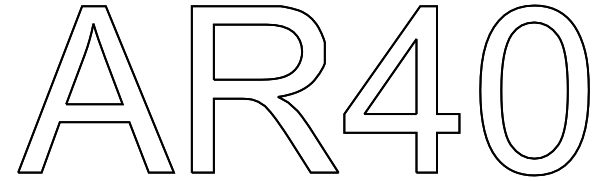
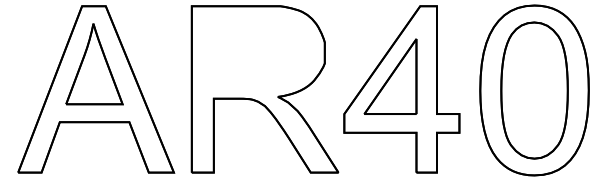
part at (257, 51): present -> none
